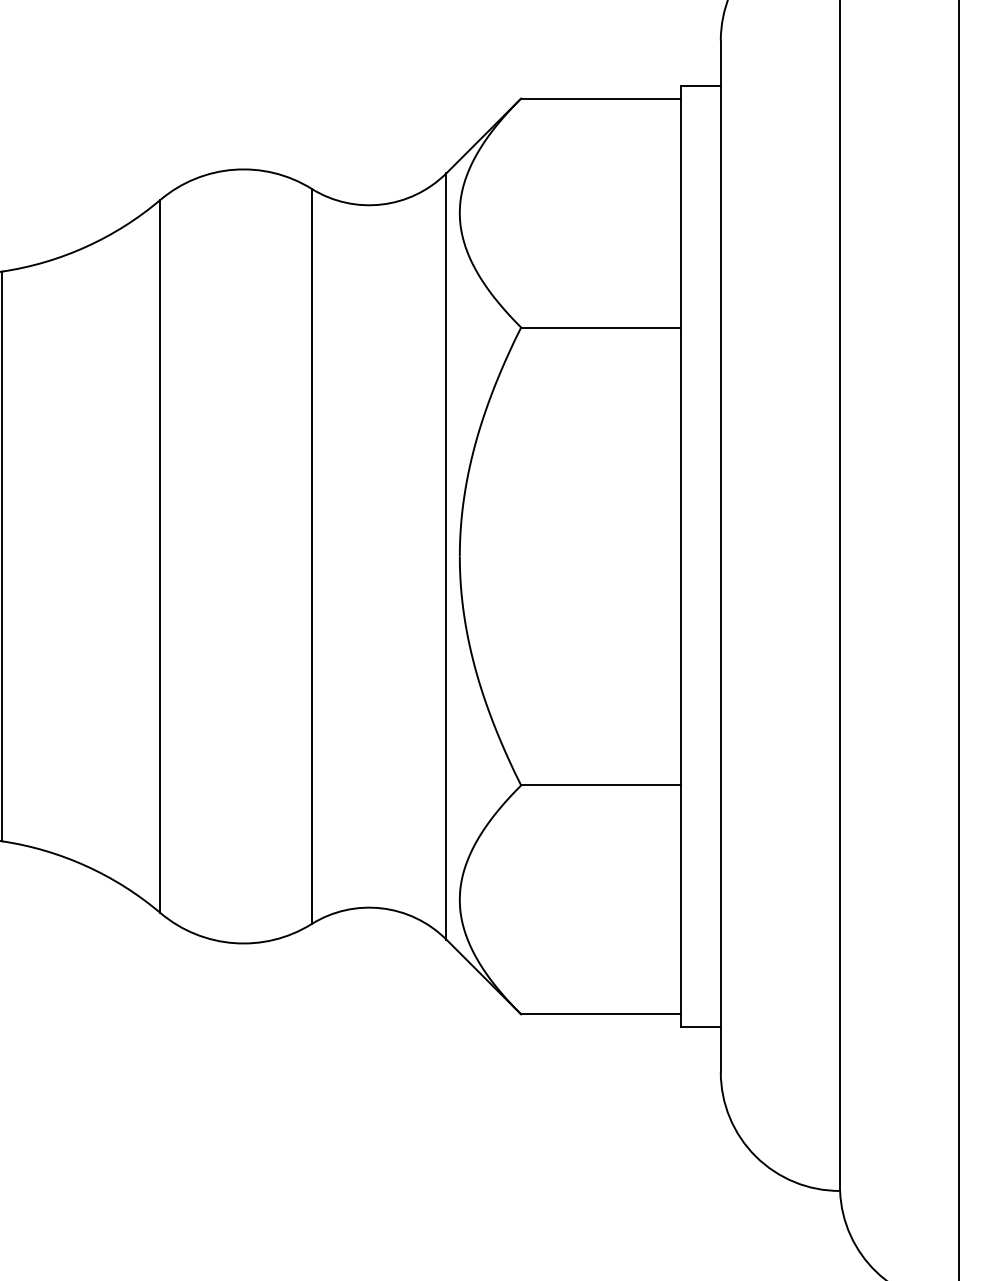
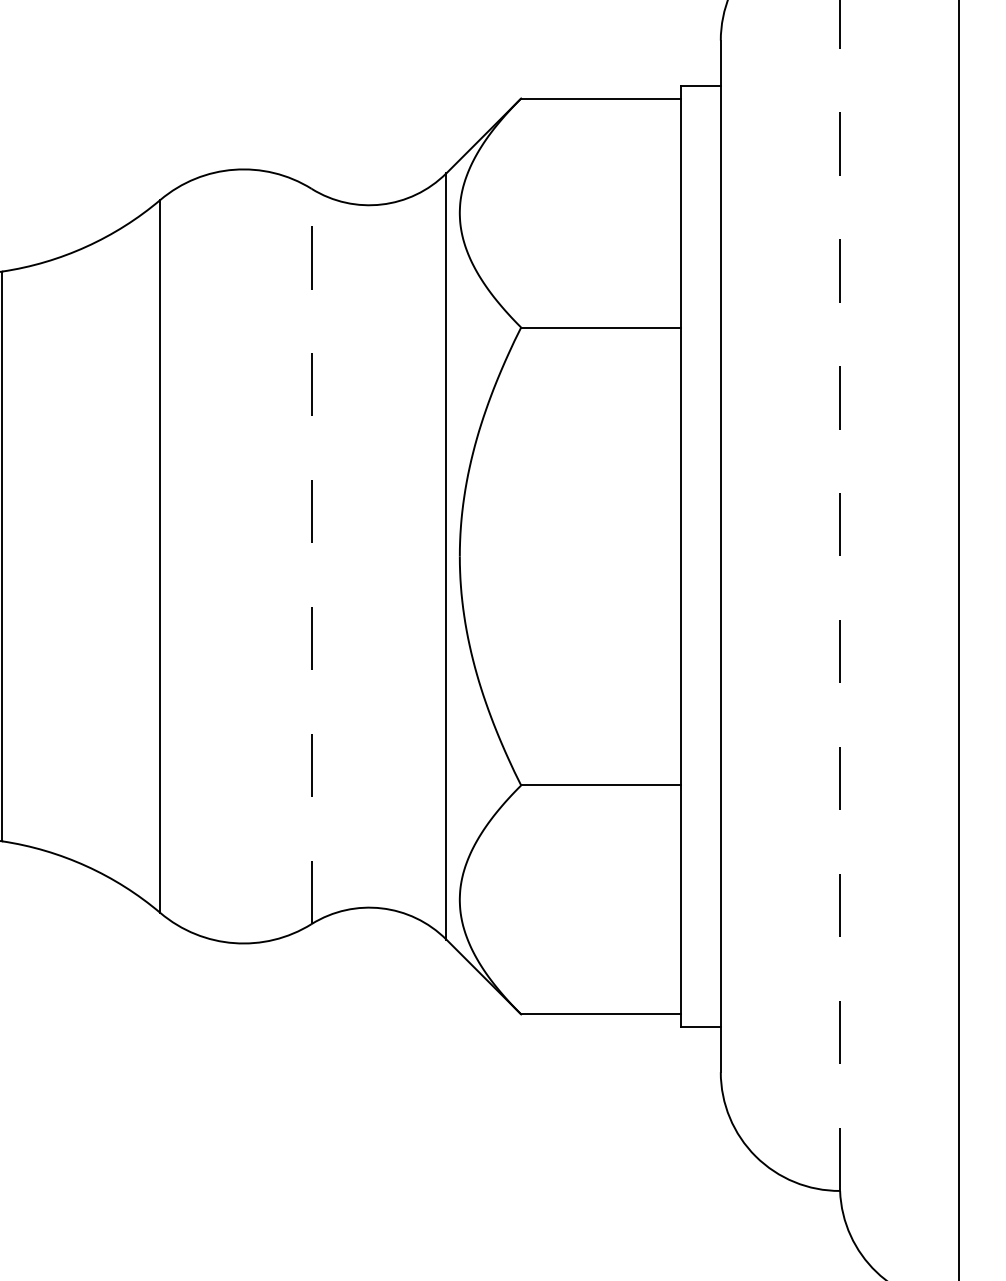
line at (311, 556): solid -> dashed
line at (840, 595): solid -> dashed
